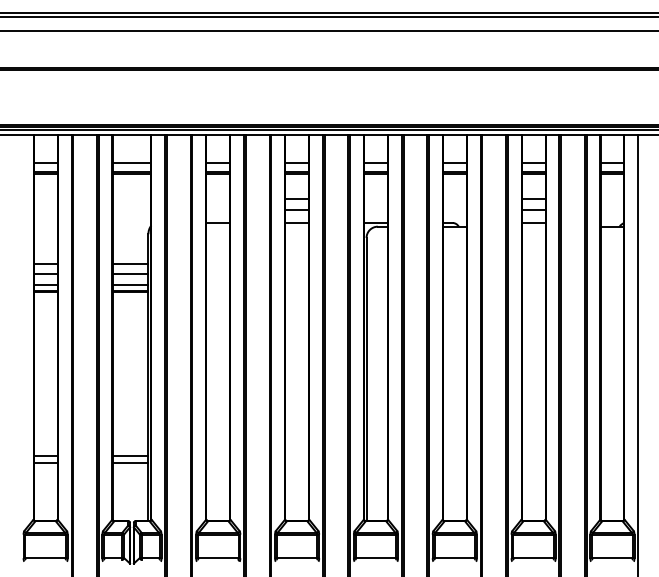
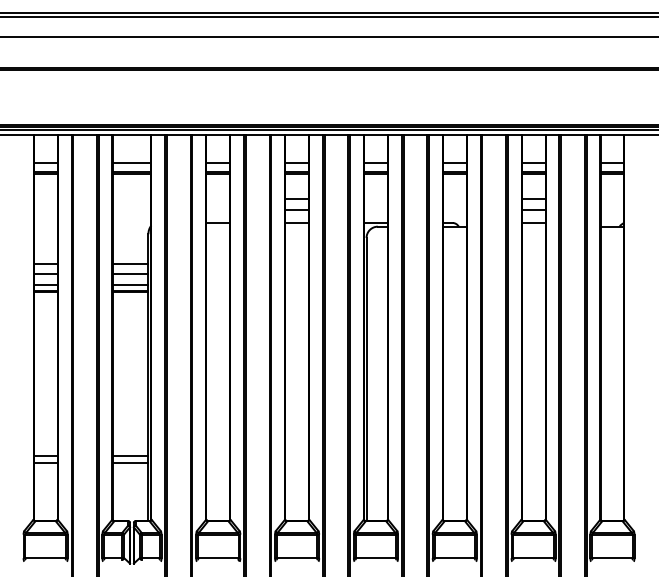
line at (328, 30) position: (328, 30) -> (328, 36)
line at (638, 354): present -> none
